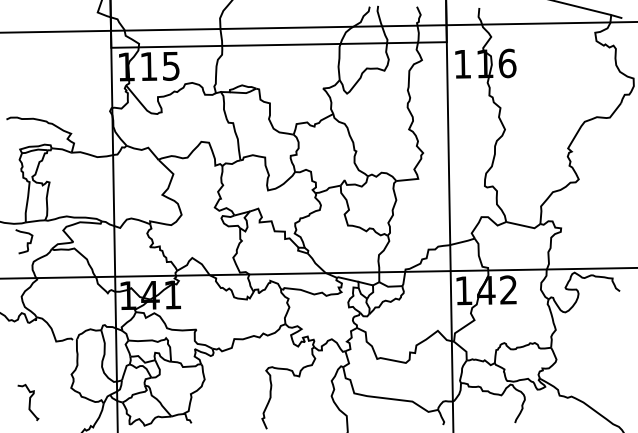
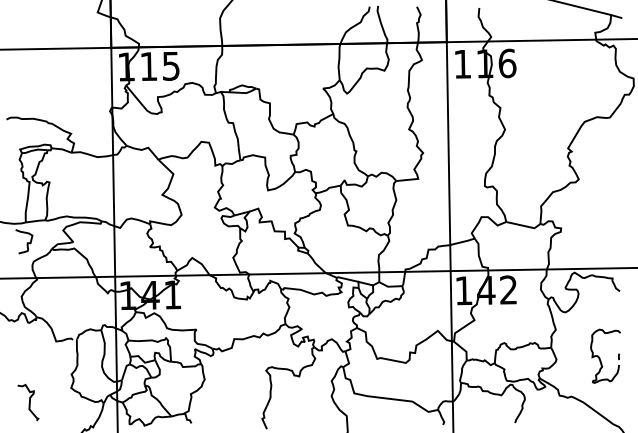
line at (318, 27) position: (318, 27) -> (318, 44)
part at (605, 355): none -> present
